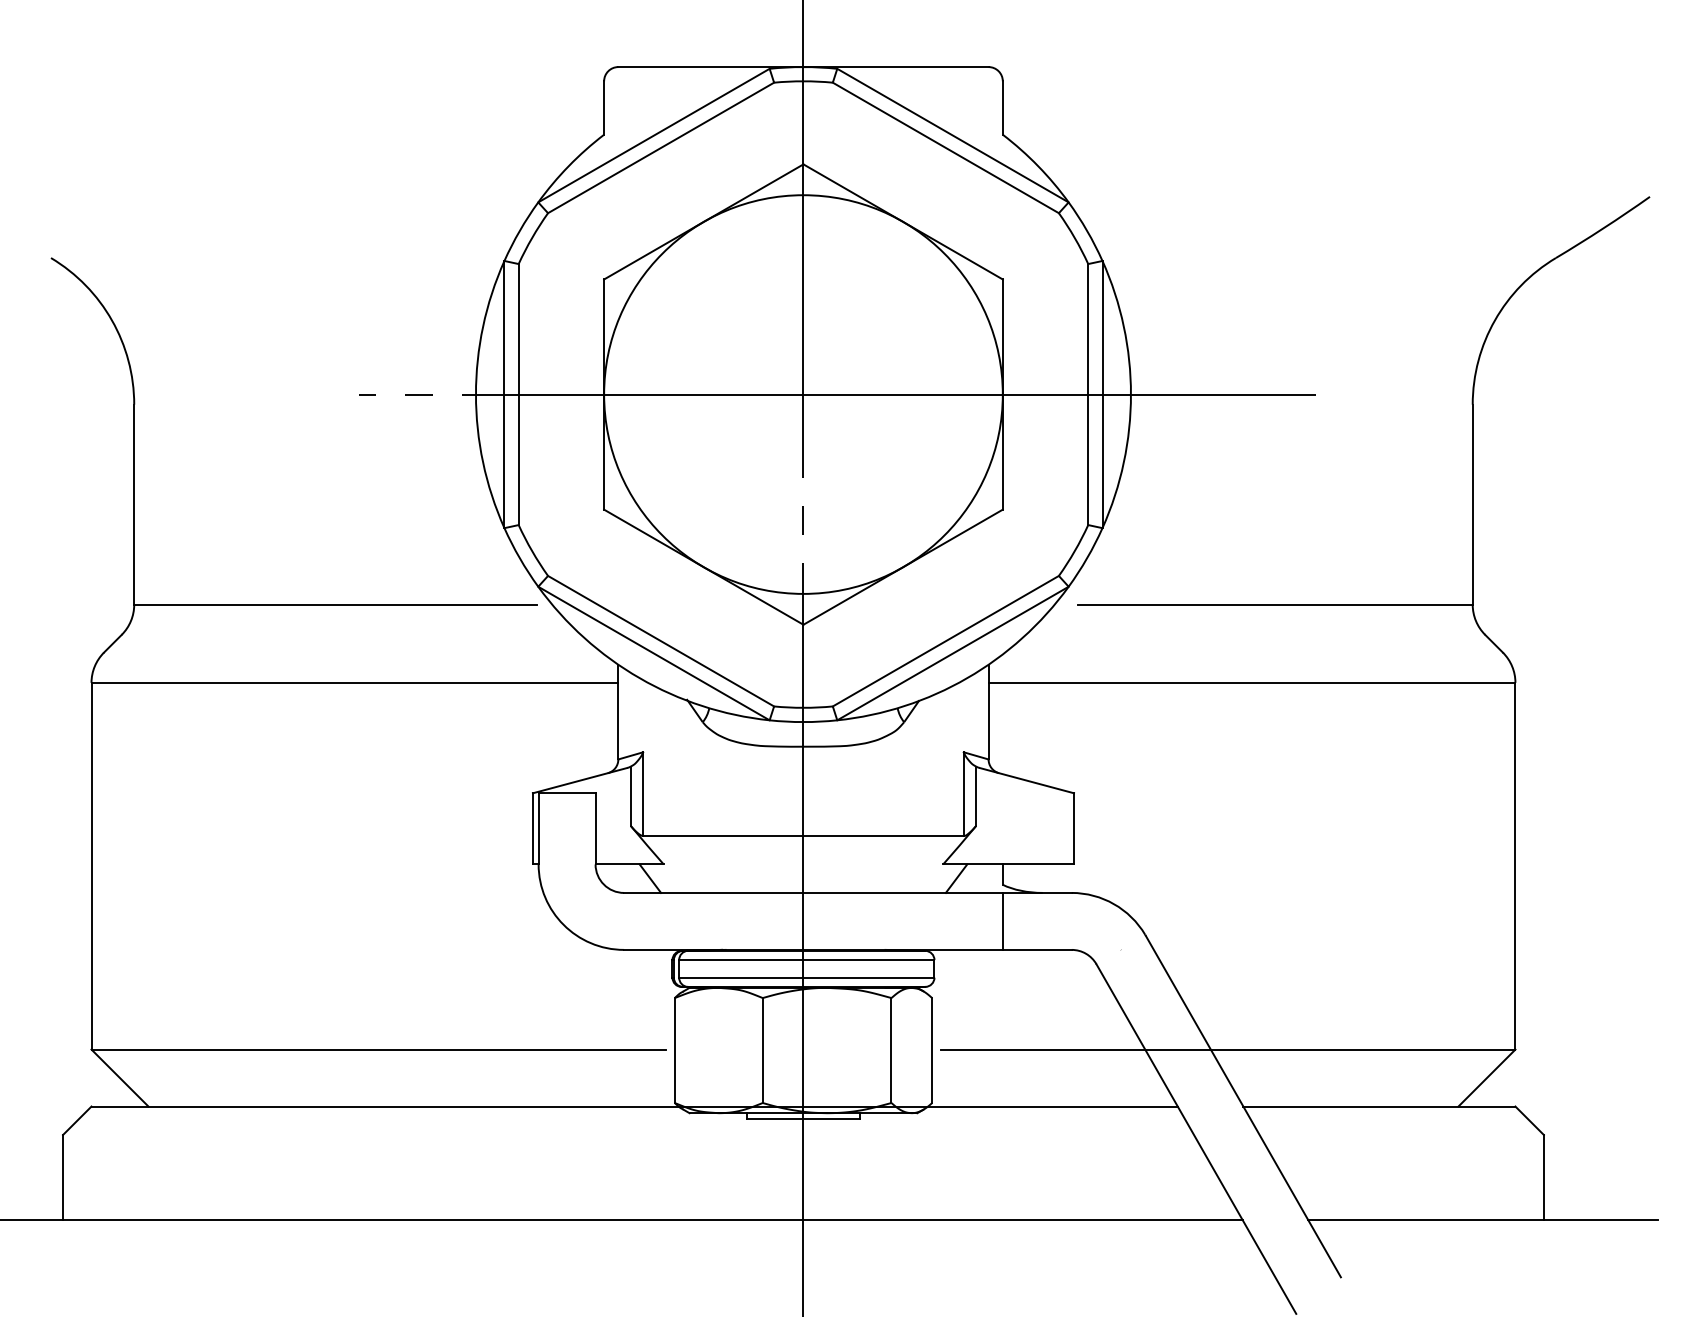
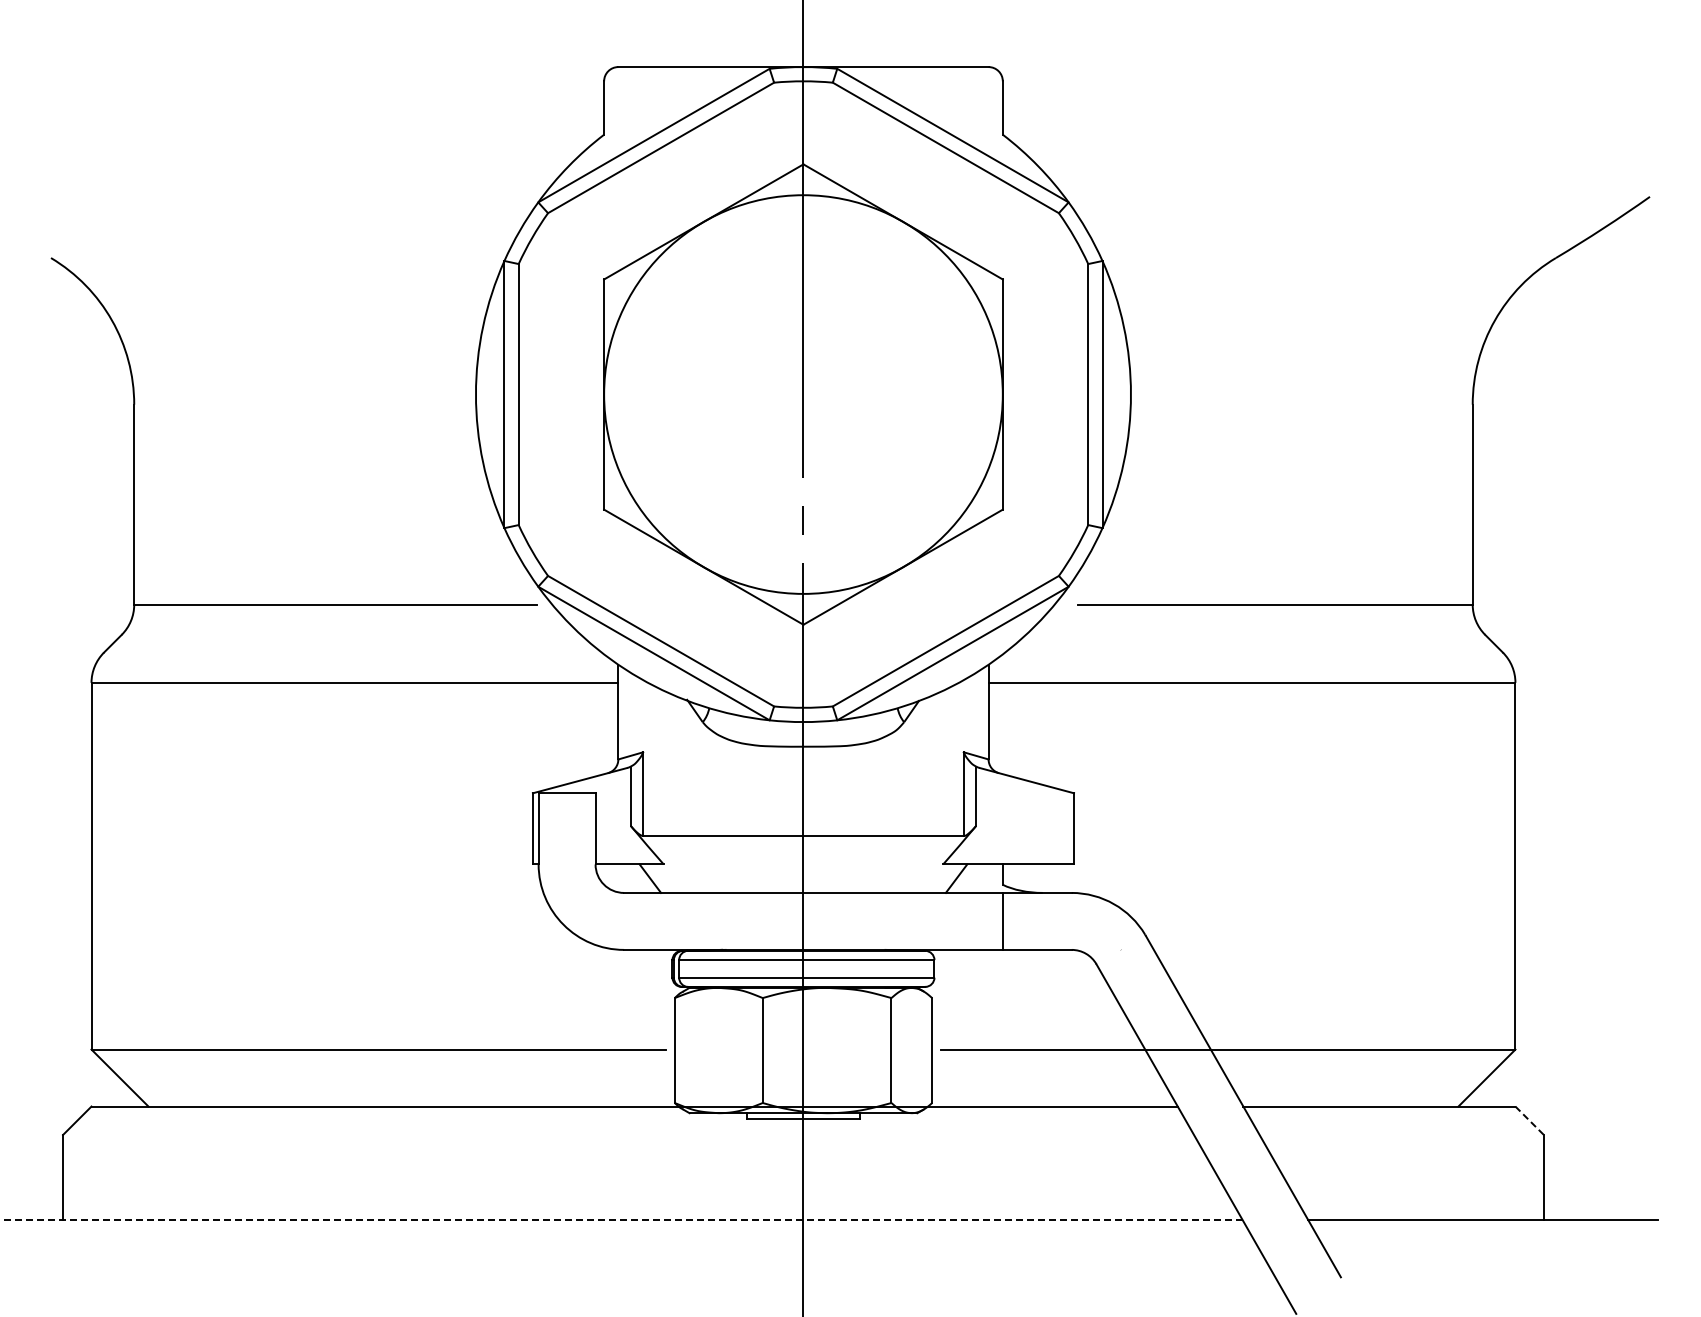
line at (837, 394): present -> none
line at (1530, 1121): solid -> dashed
line at (621, 1220): solid -> dashed
